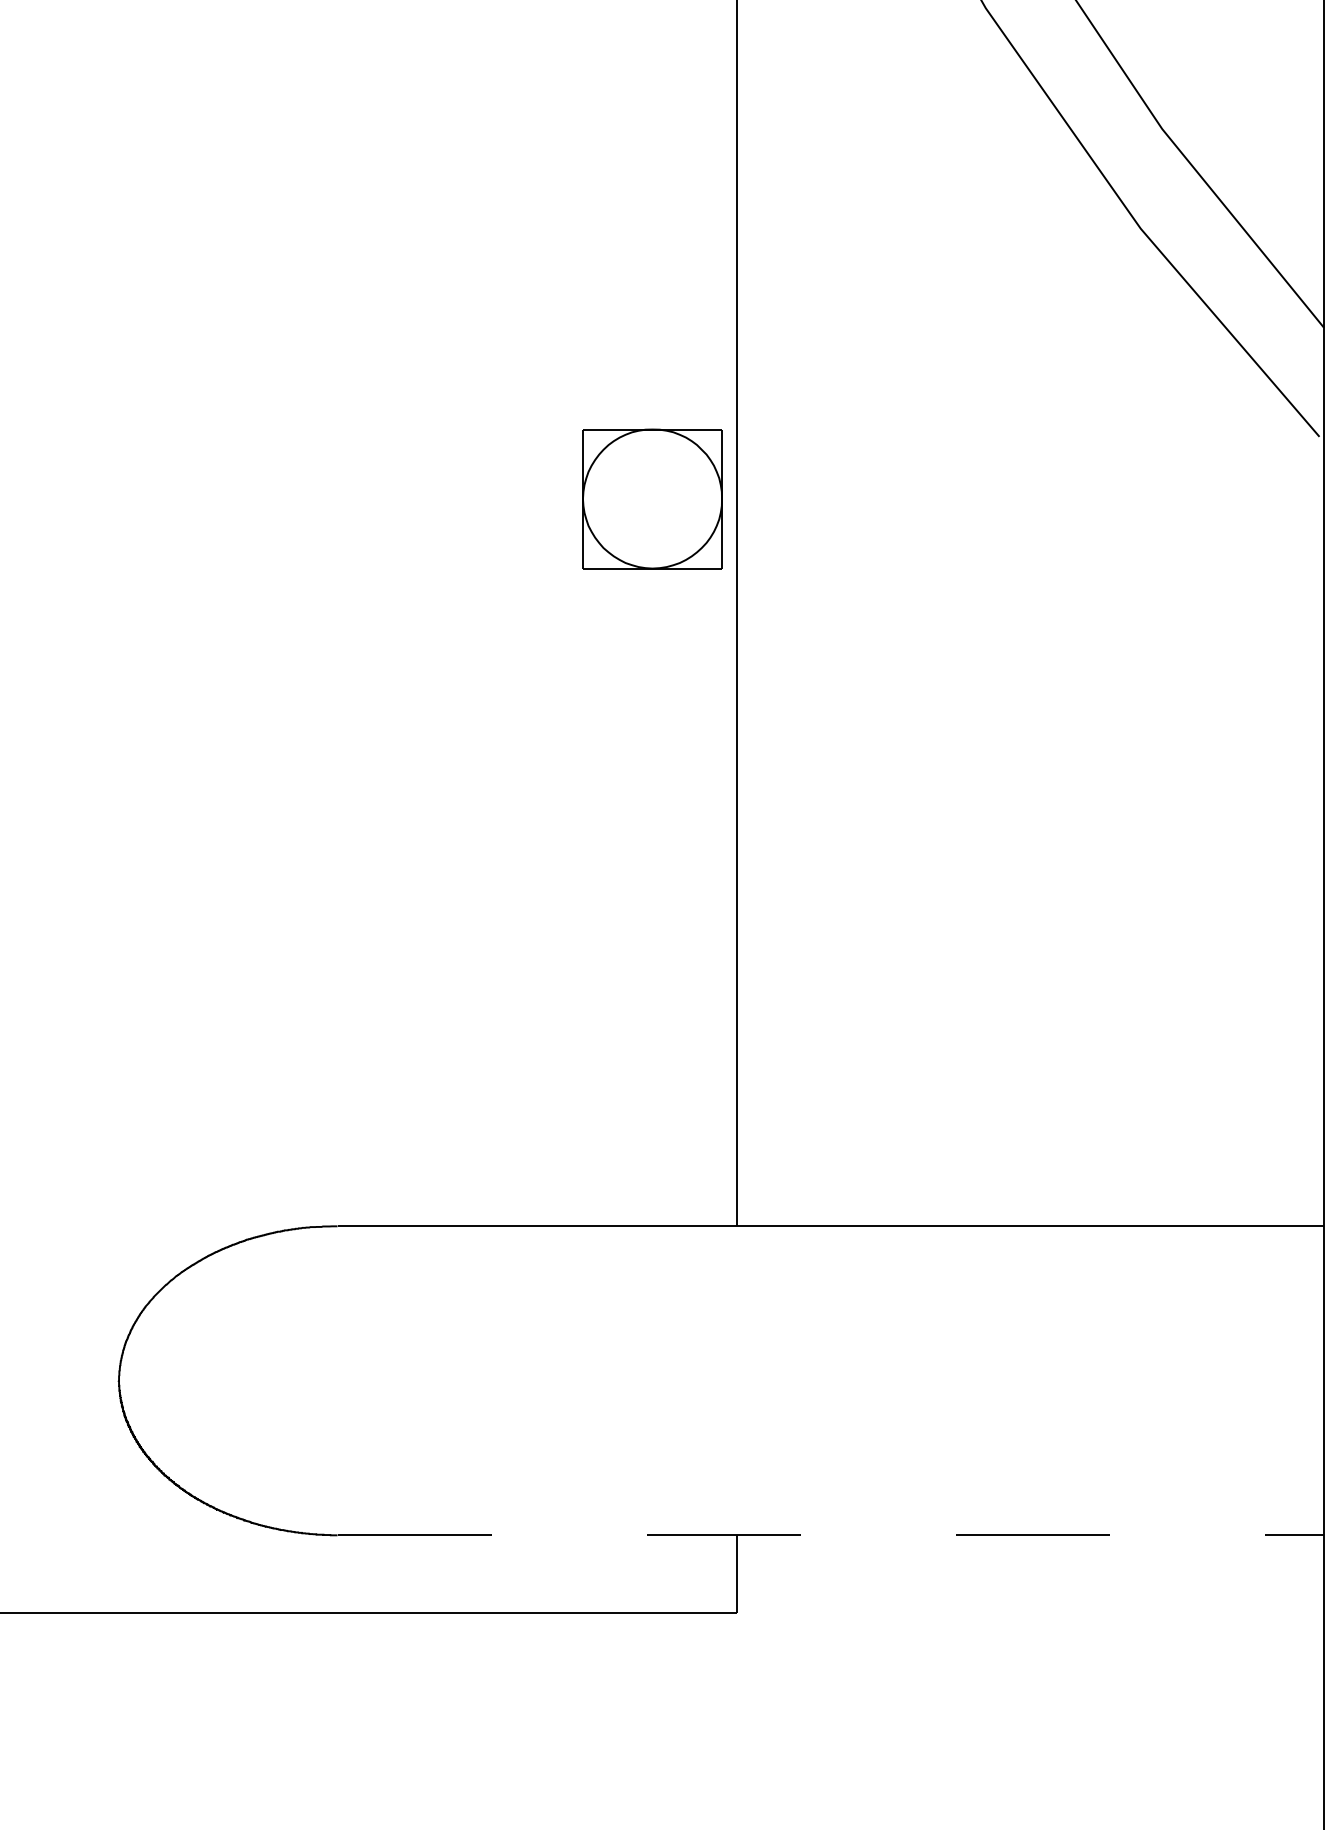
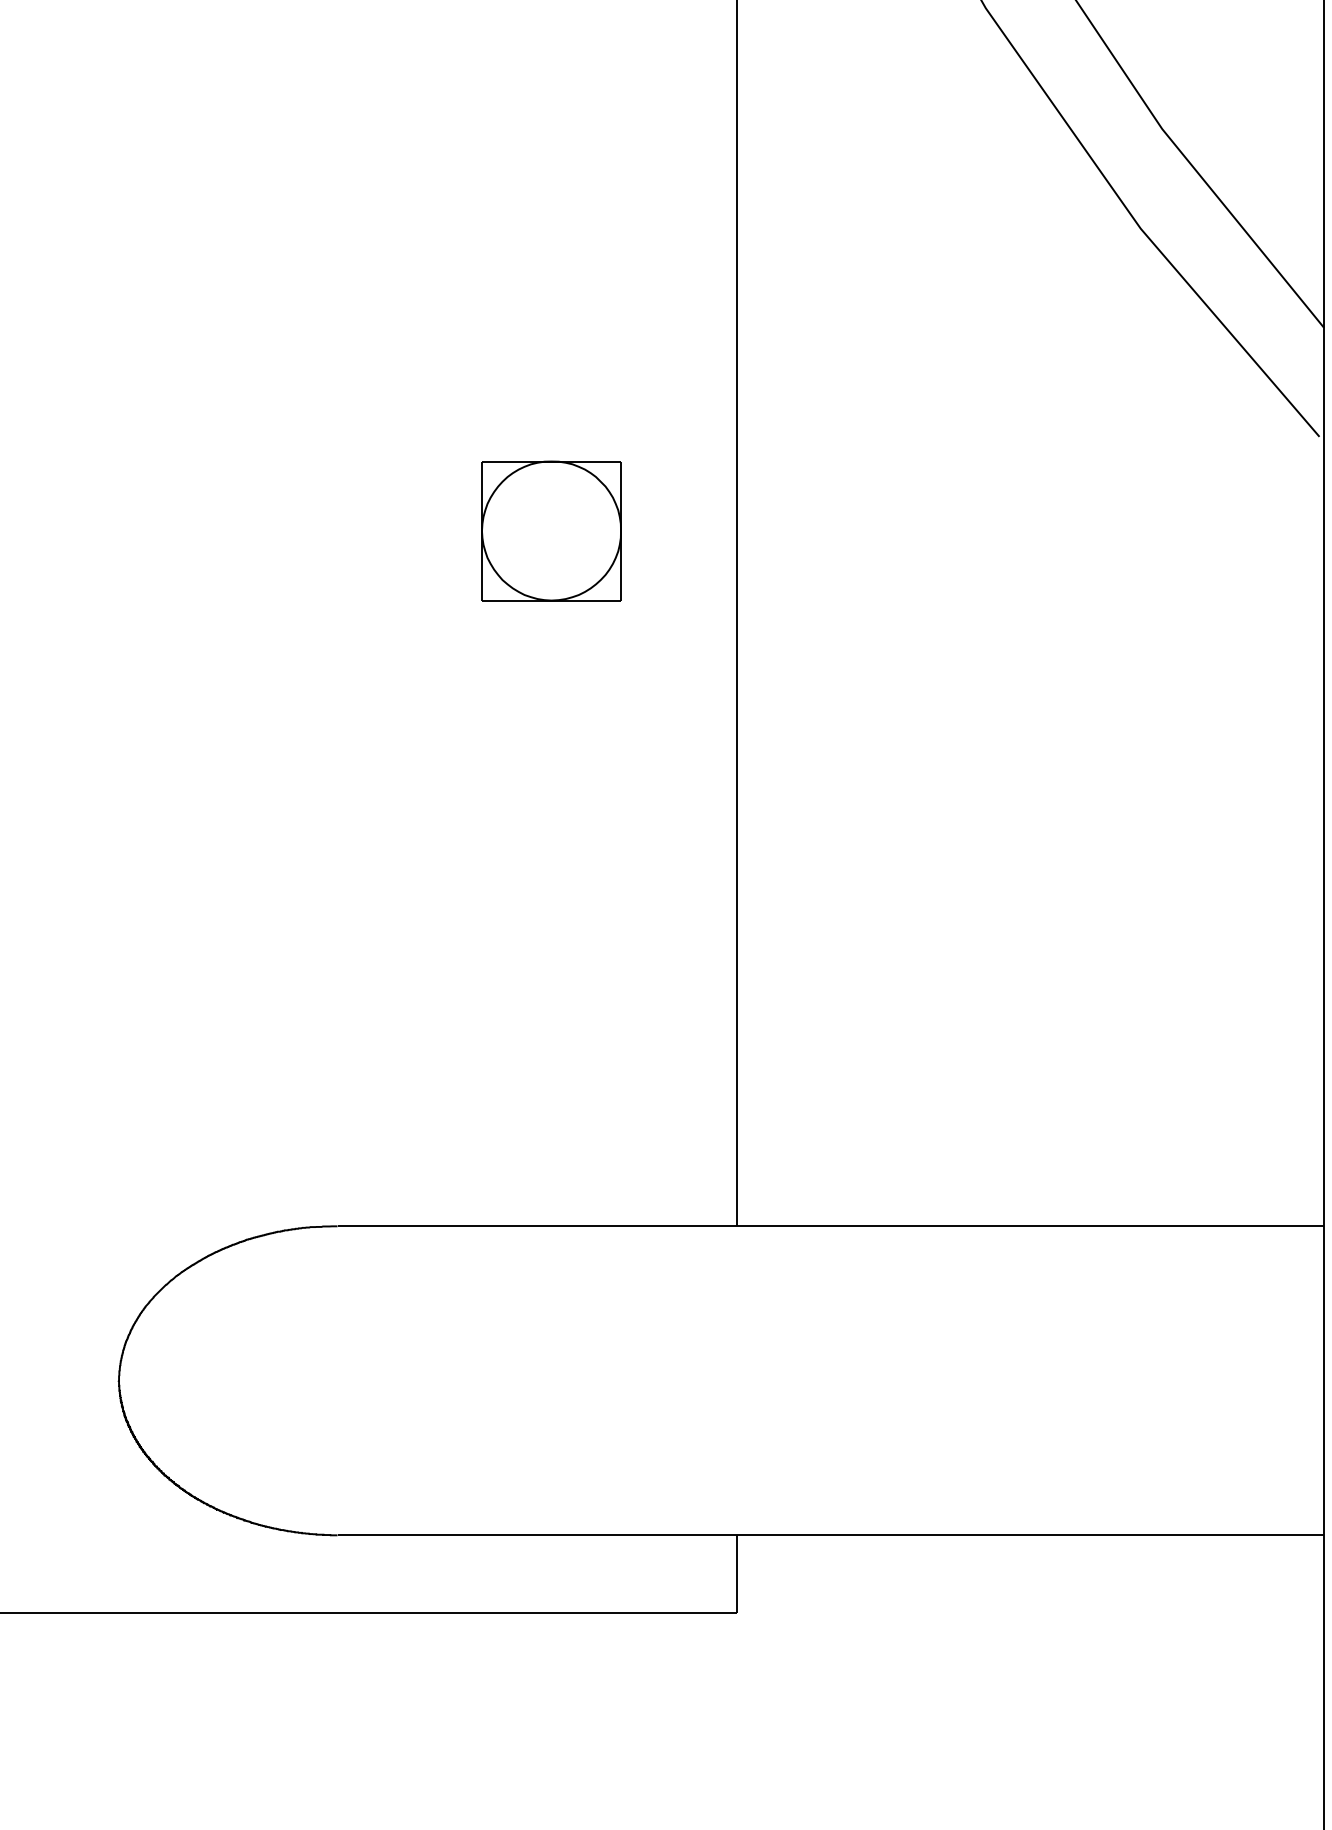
part at (652, 498) position: (652, 498) -> (551, 530)
line at (831, 1535): dashed -> solid
